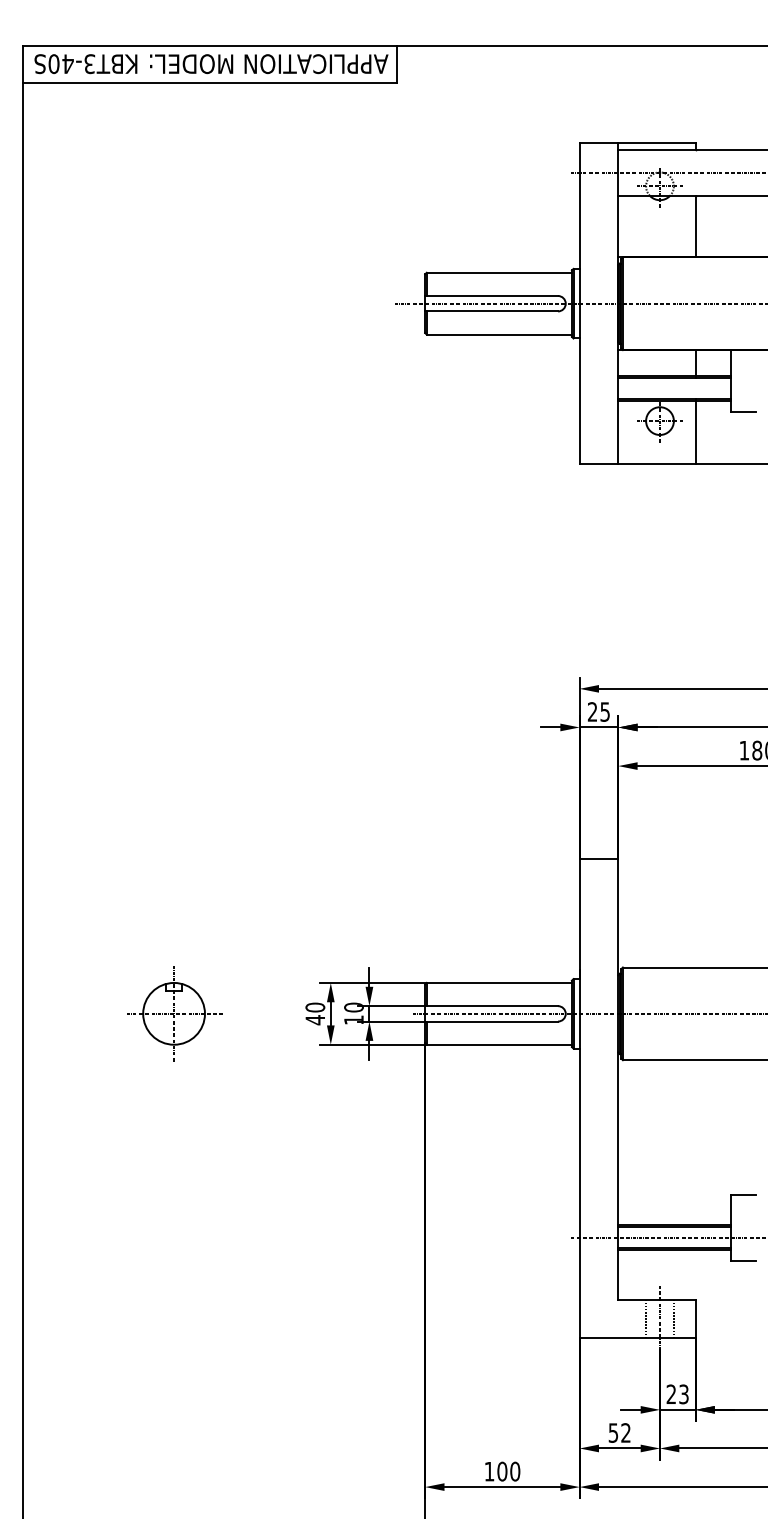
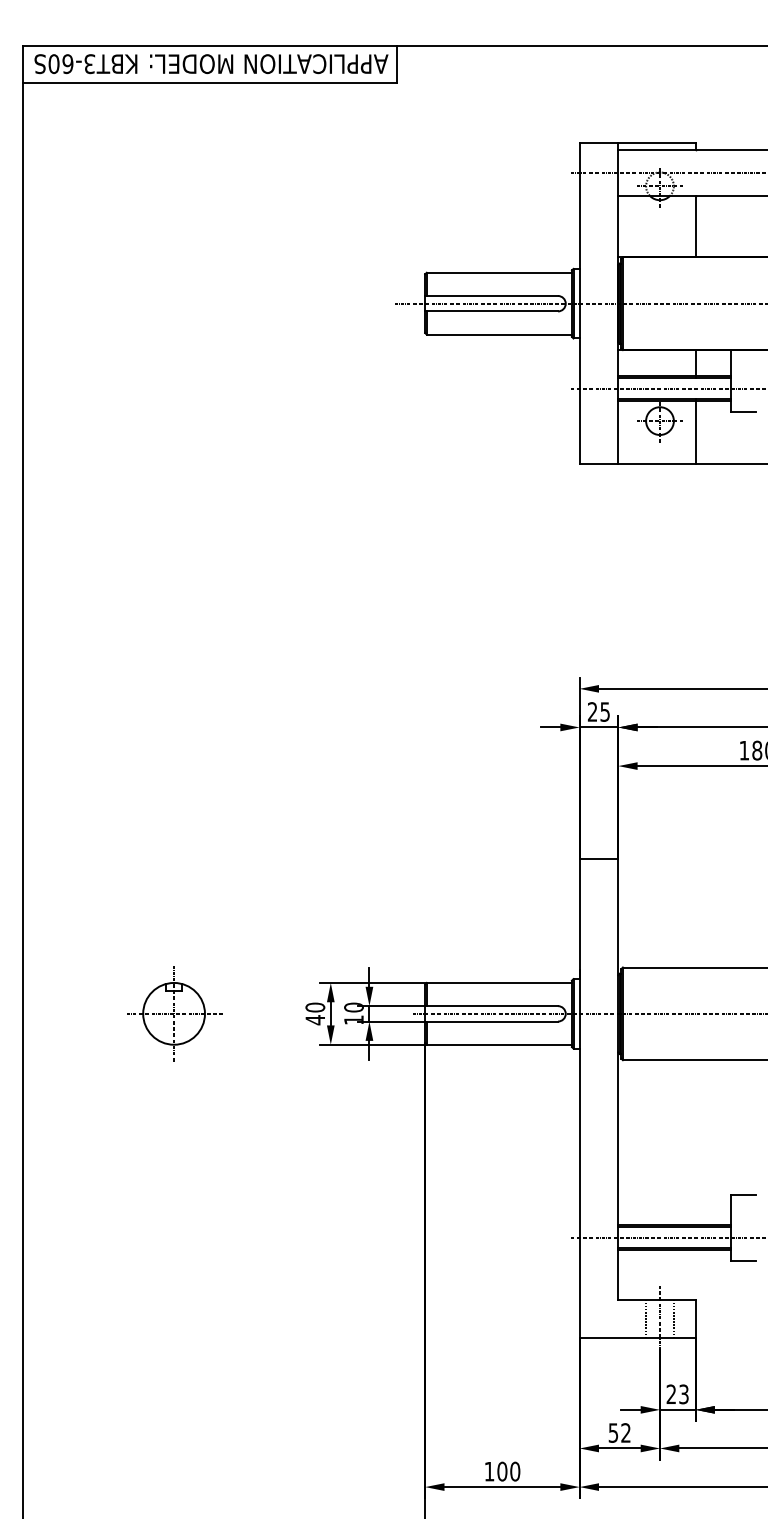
text at (67, 64): KBT3-40S -> KBT3-60S
line at (667, 388): none -> present
